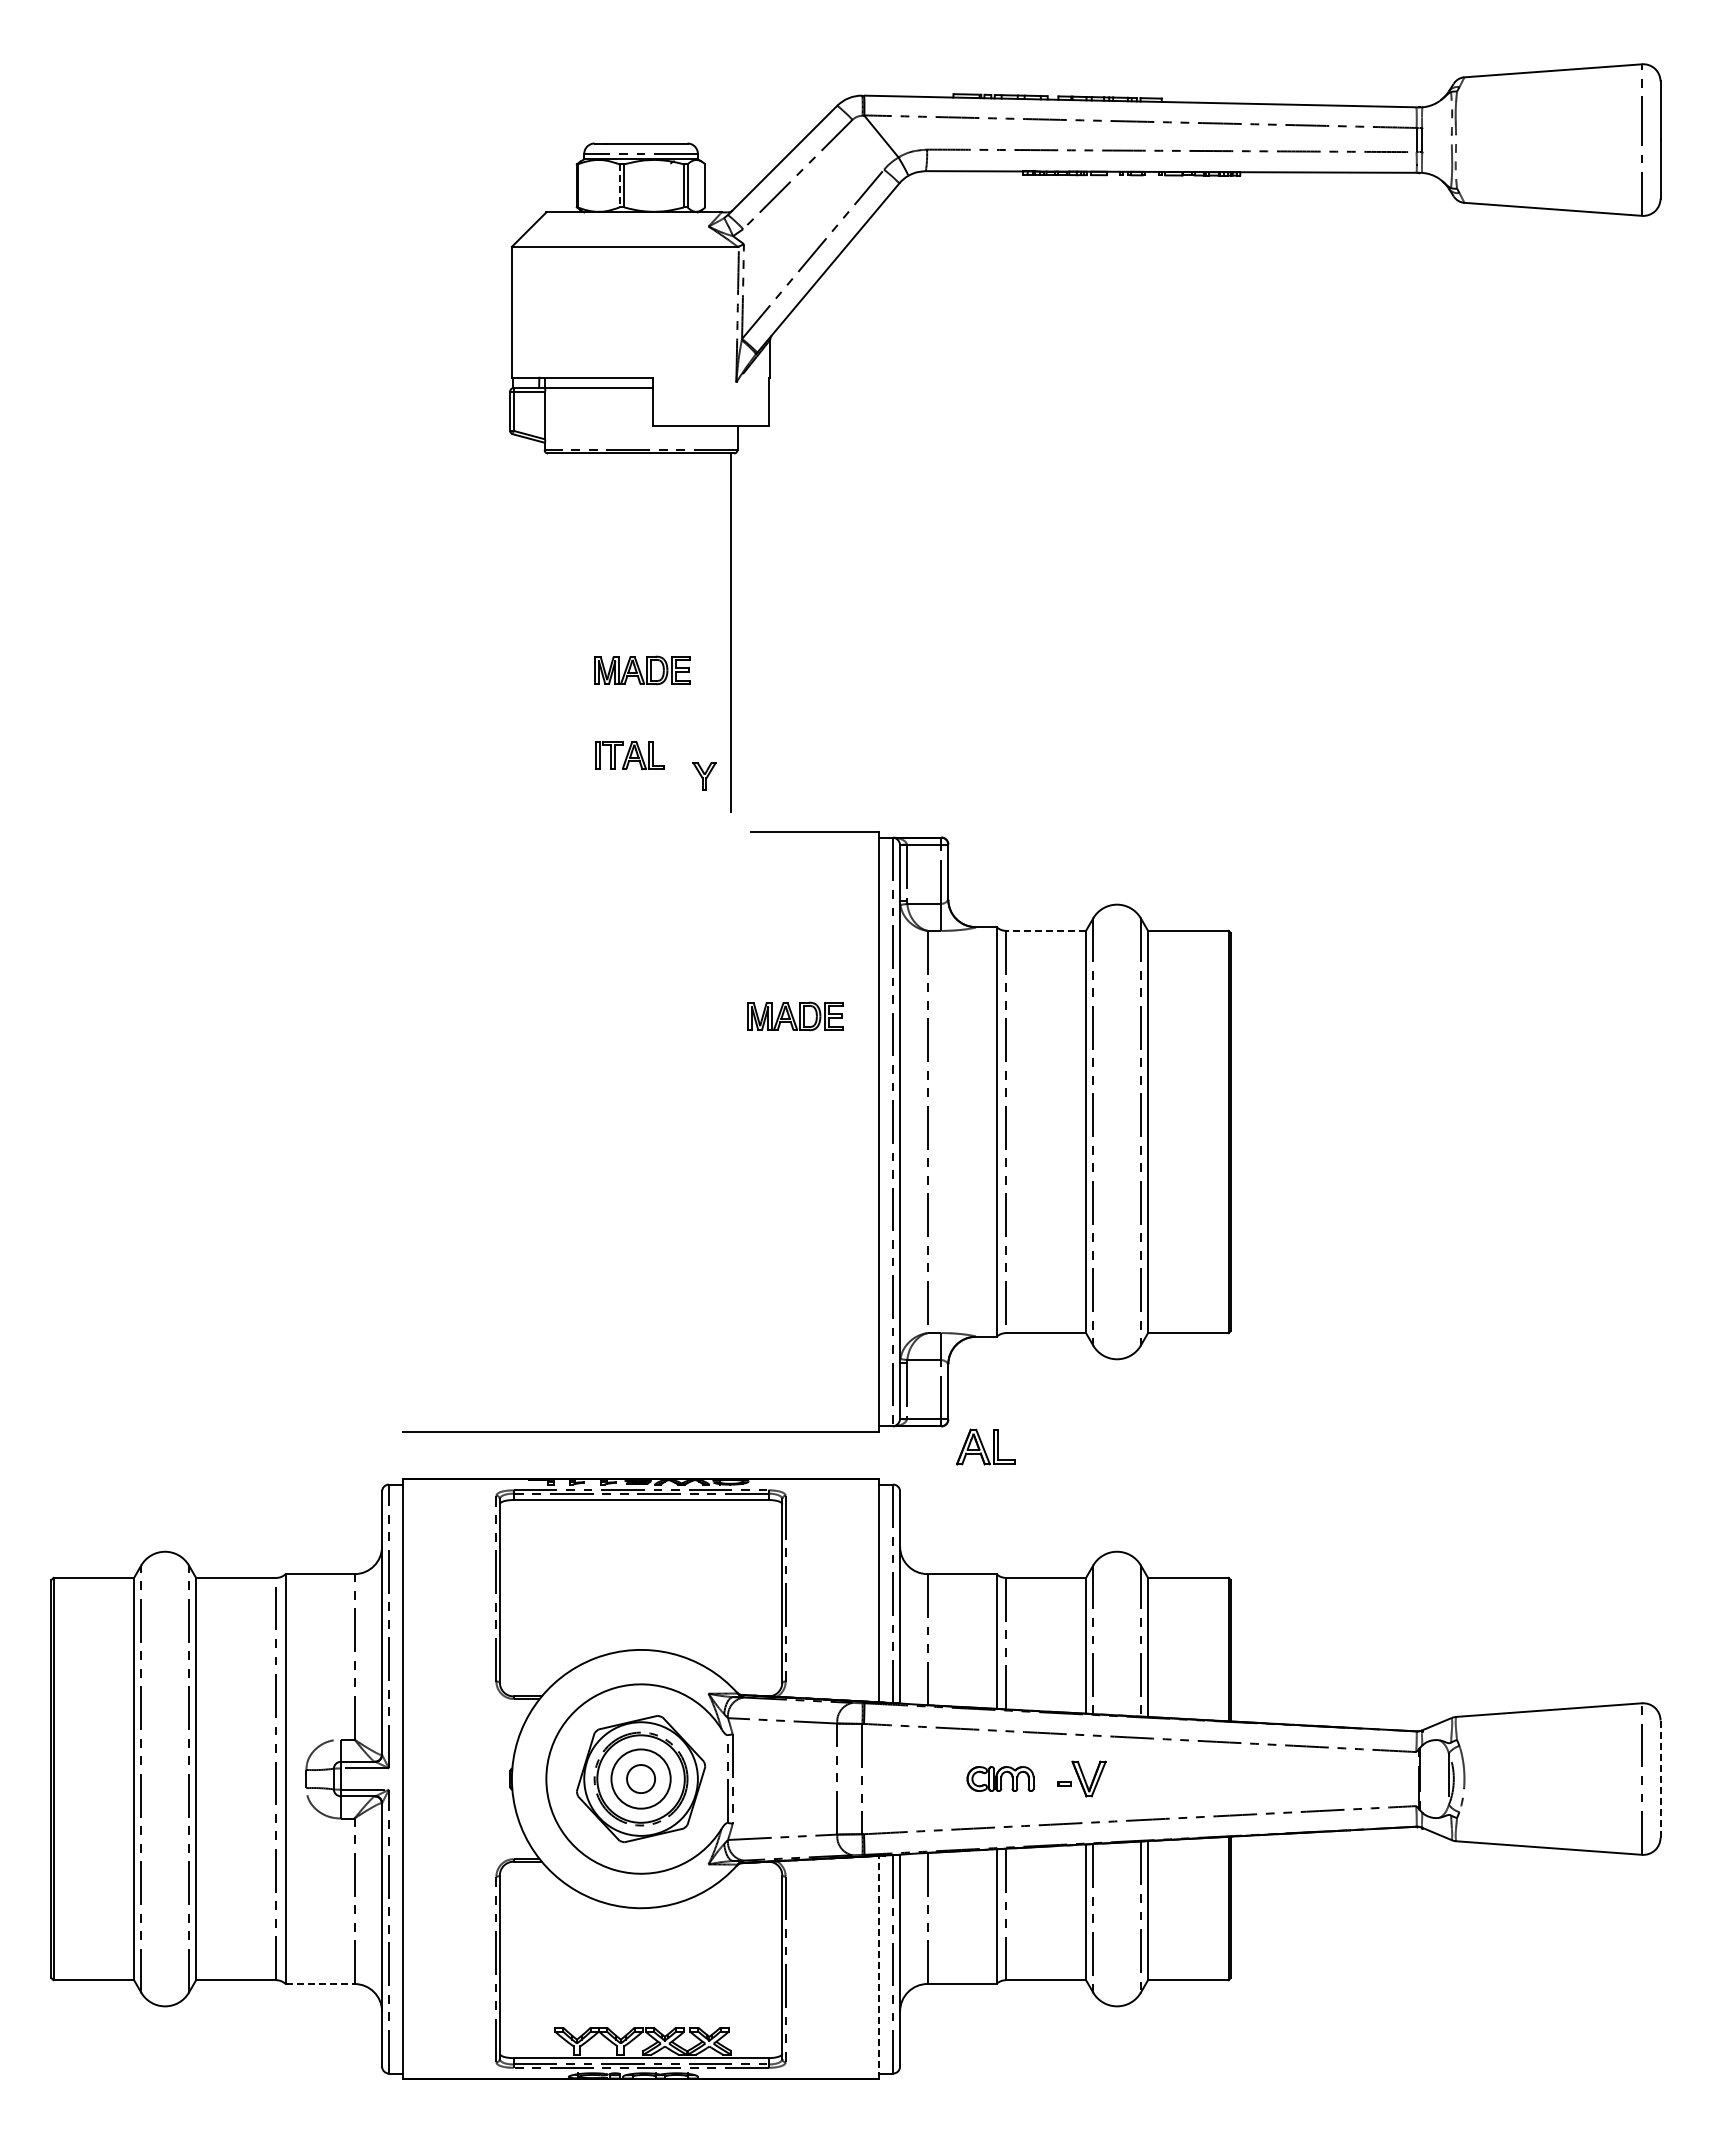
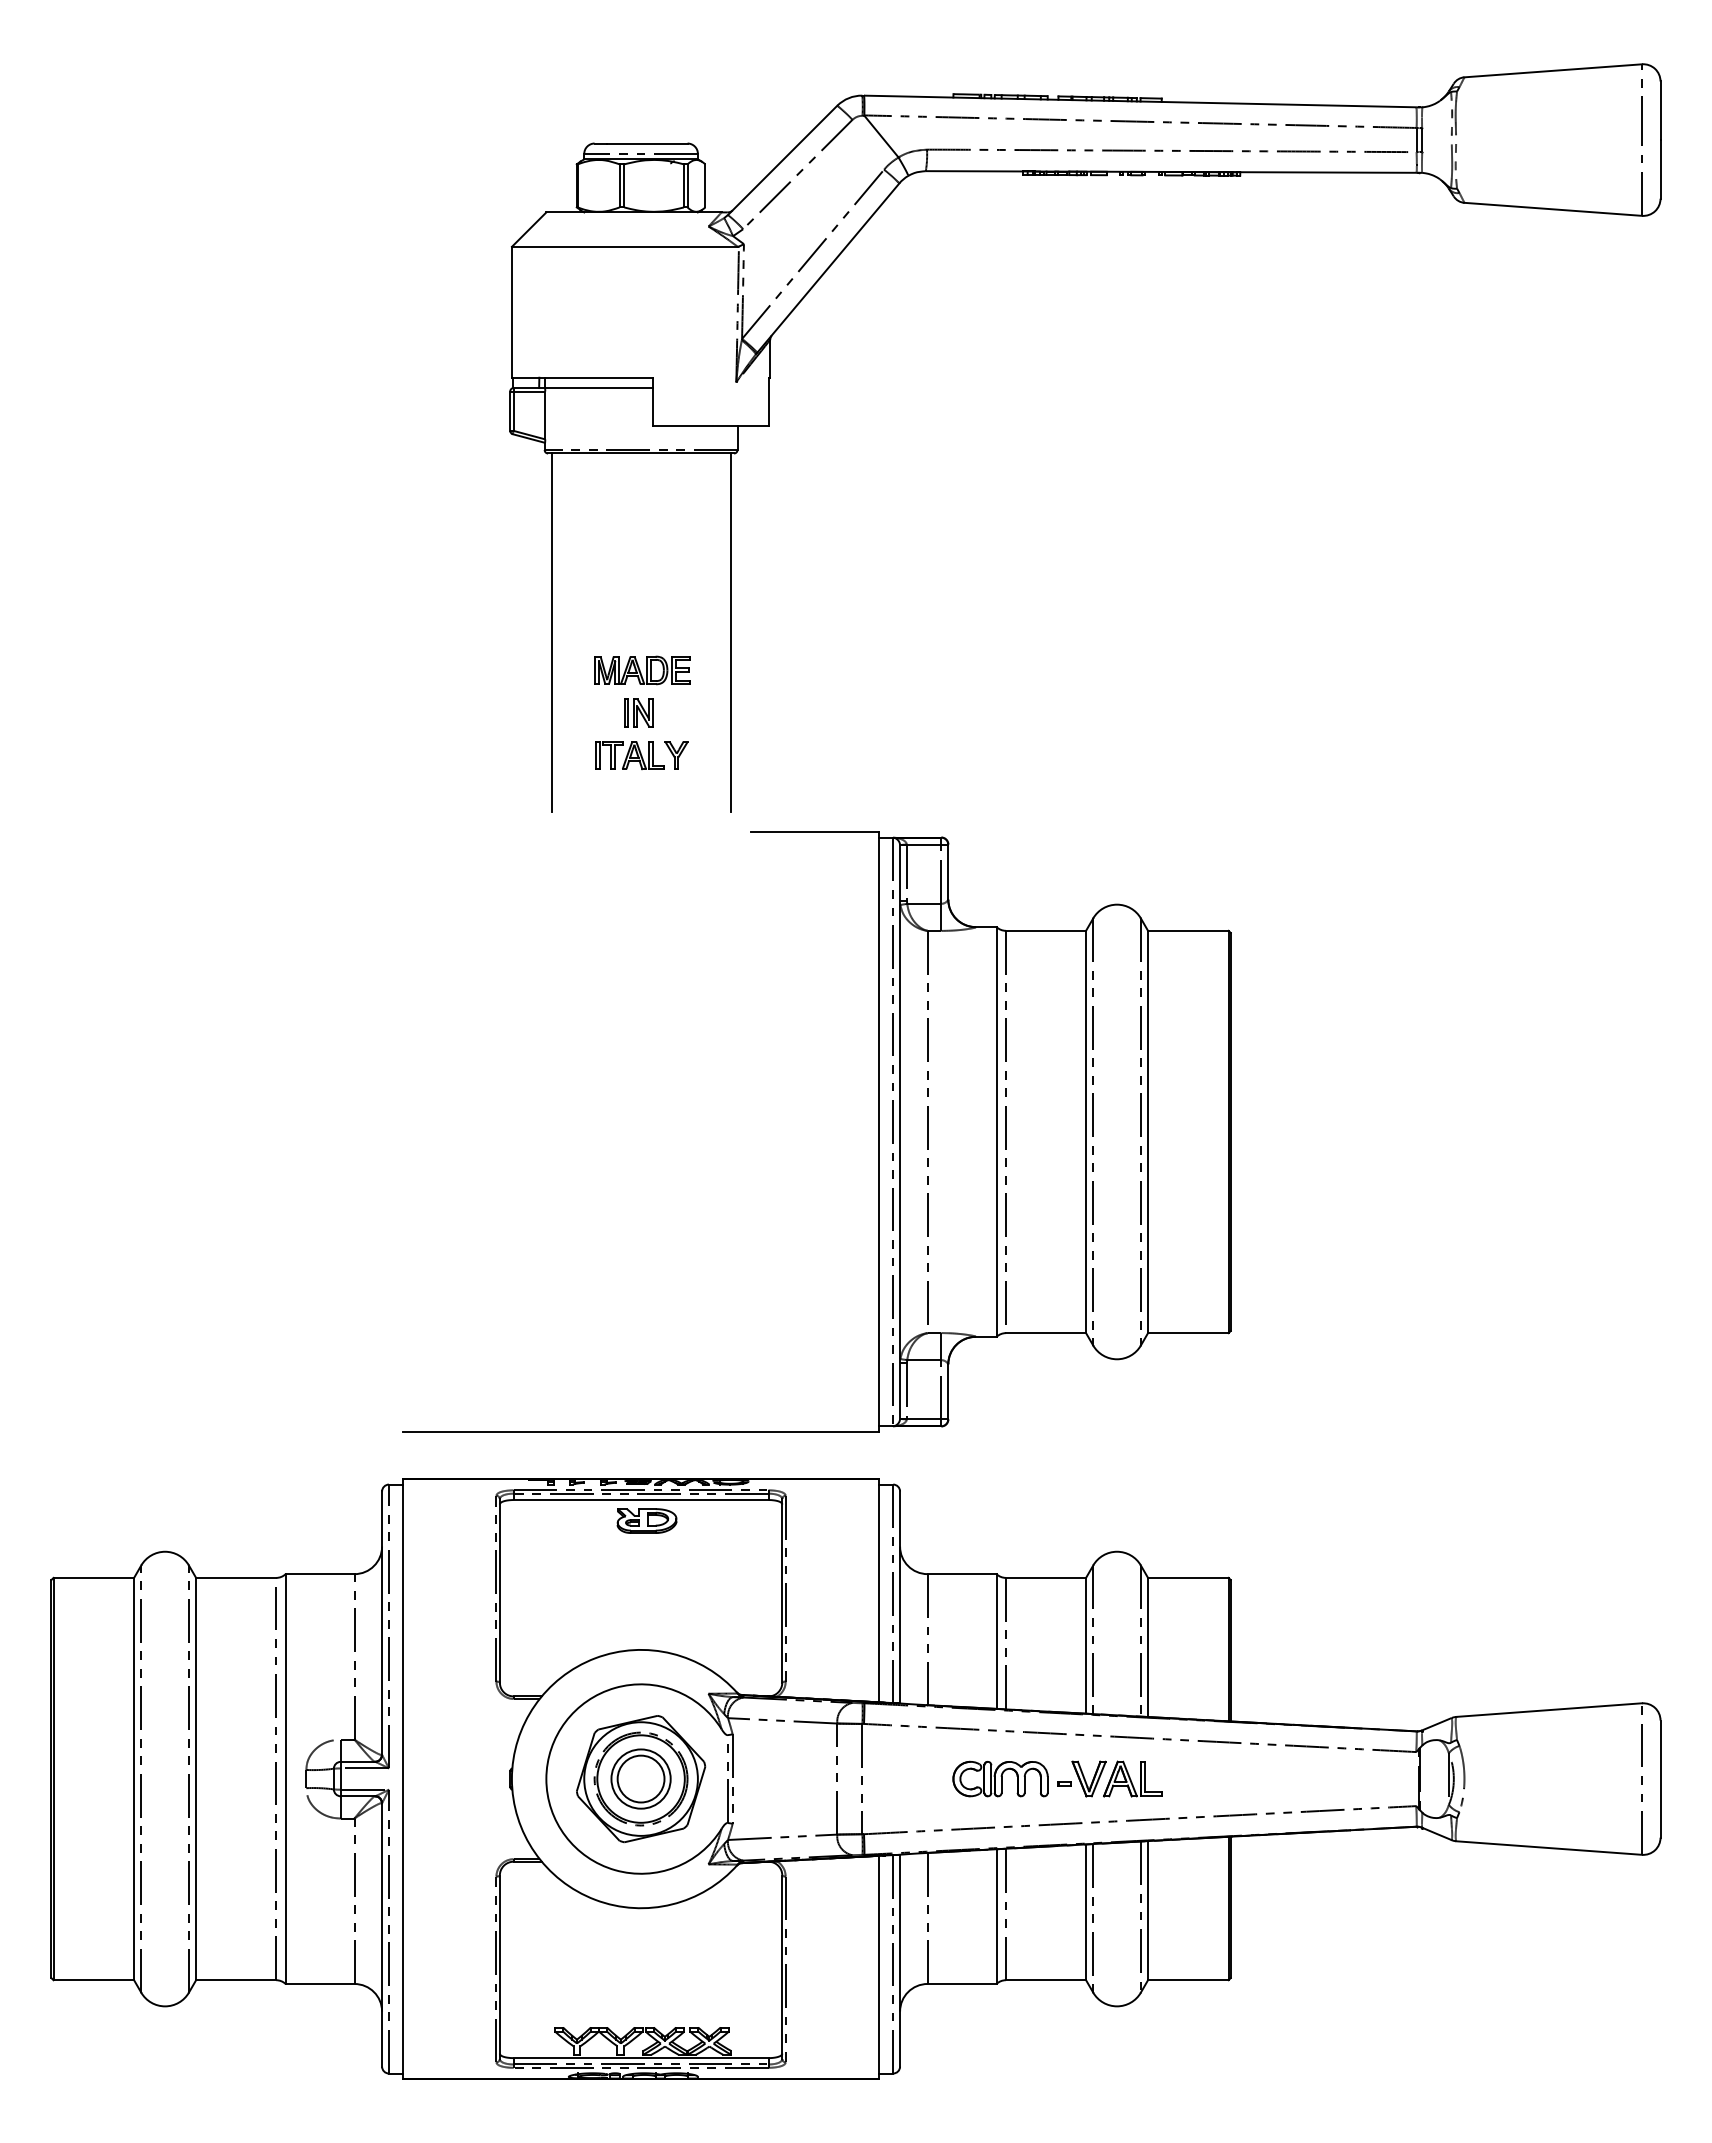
line at (619, 185): dashed -> solid
line at (551, 632): none -> present
part at (638, 712): none -> present
part at (704, 776) position: (704, 776) -> (676, 755)
line at (1045, 930): dashed -> solid
part at (795, 1016): present -> none
part at (985, 1446) position: (985, 1446) -> (1132, 1778)
part at (646, 1520): none -> present
part at (1000, 1778) size: 69x26 px -> 97x38 px
circle at (641, 1779) diameter: 28 px -> 47 px
line at (1660, 1779): dashed -> solid
line at (879, 1966): dashed -> solid
line at (320, 1983): dashed -> solid
